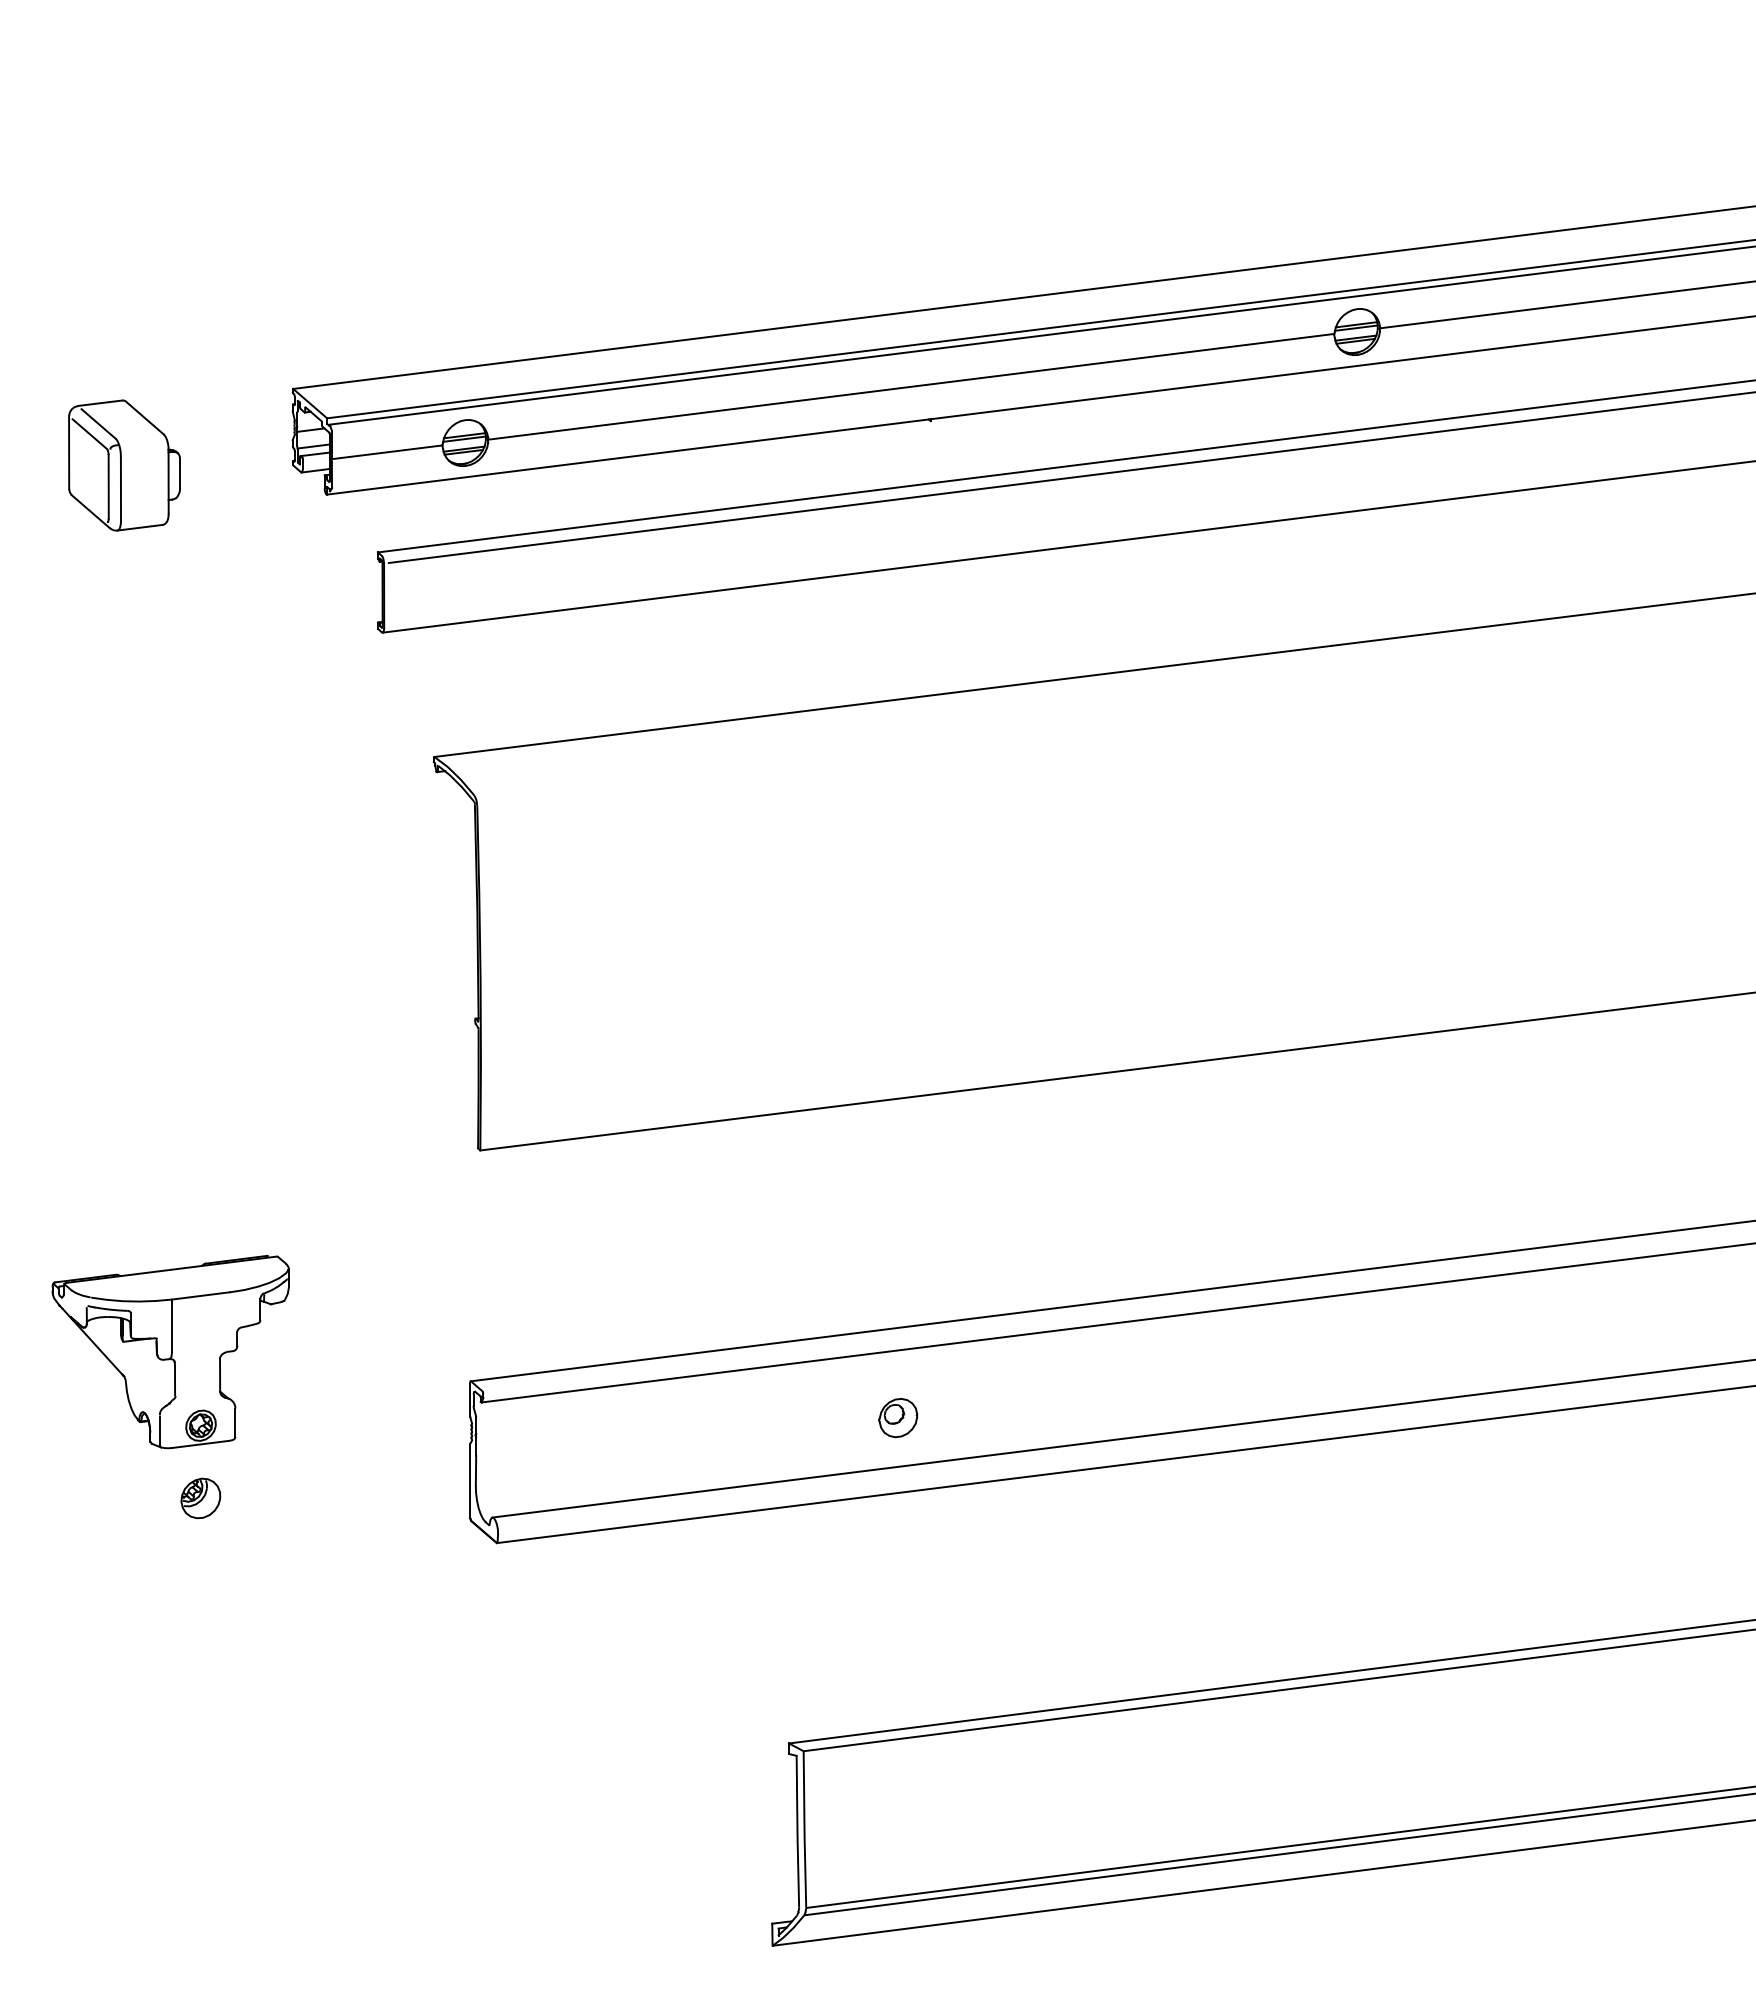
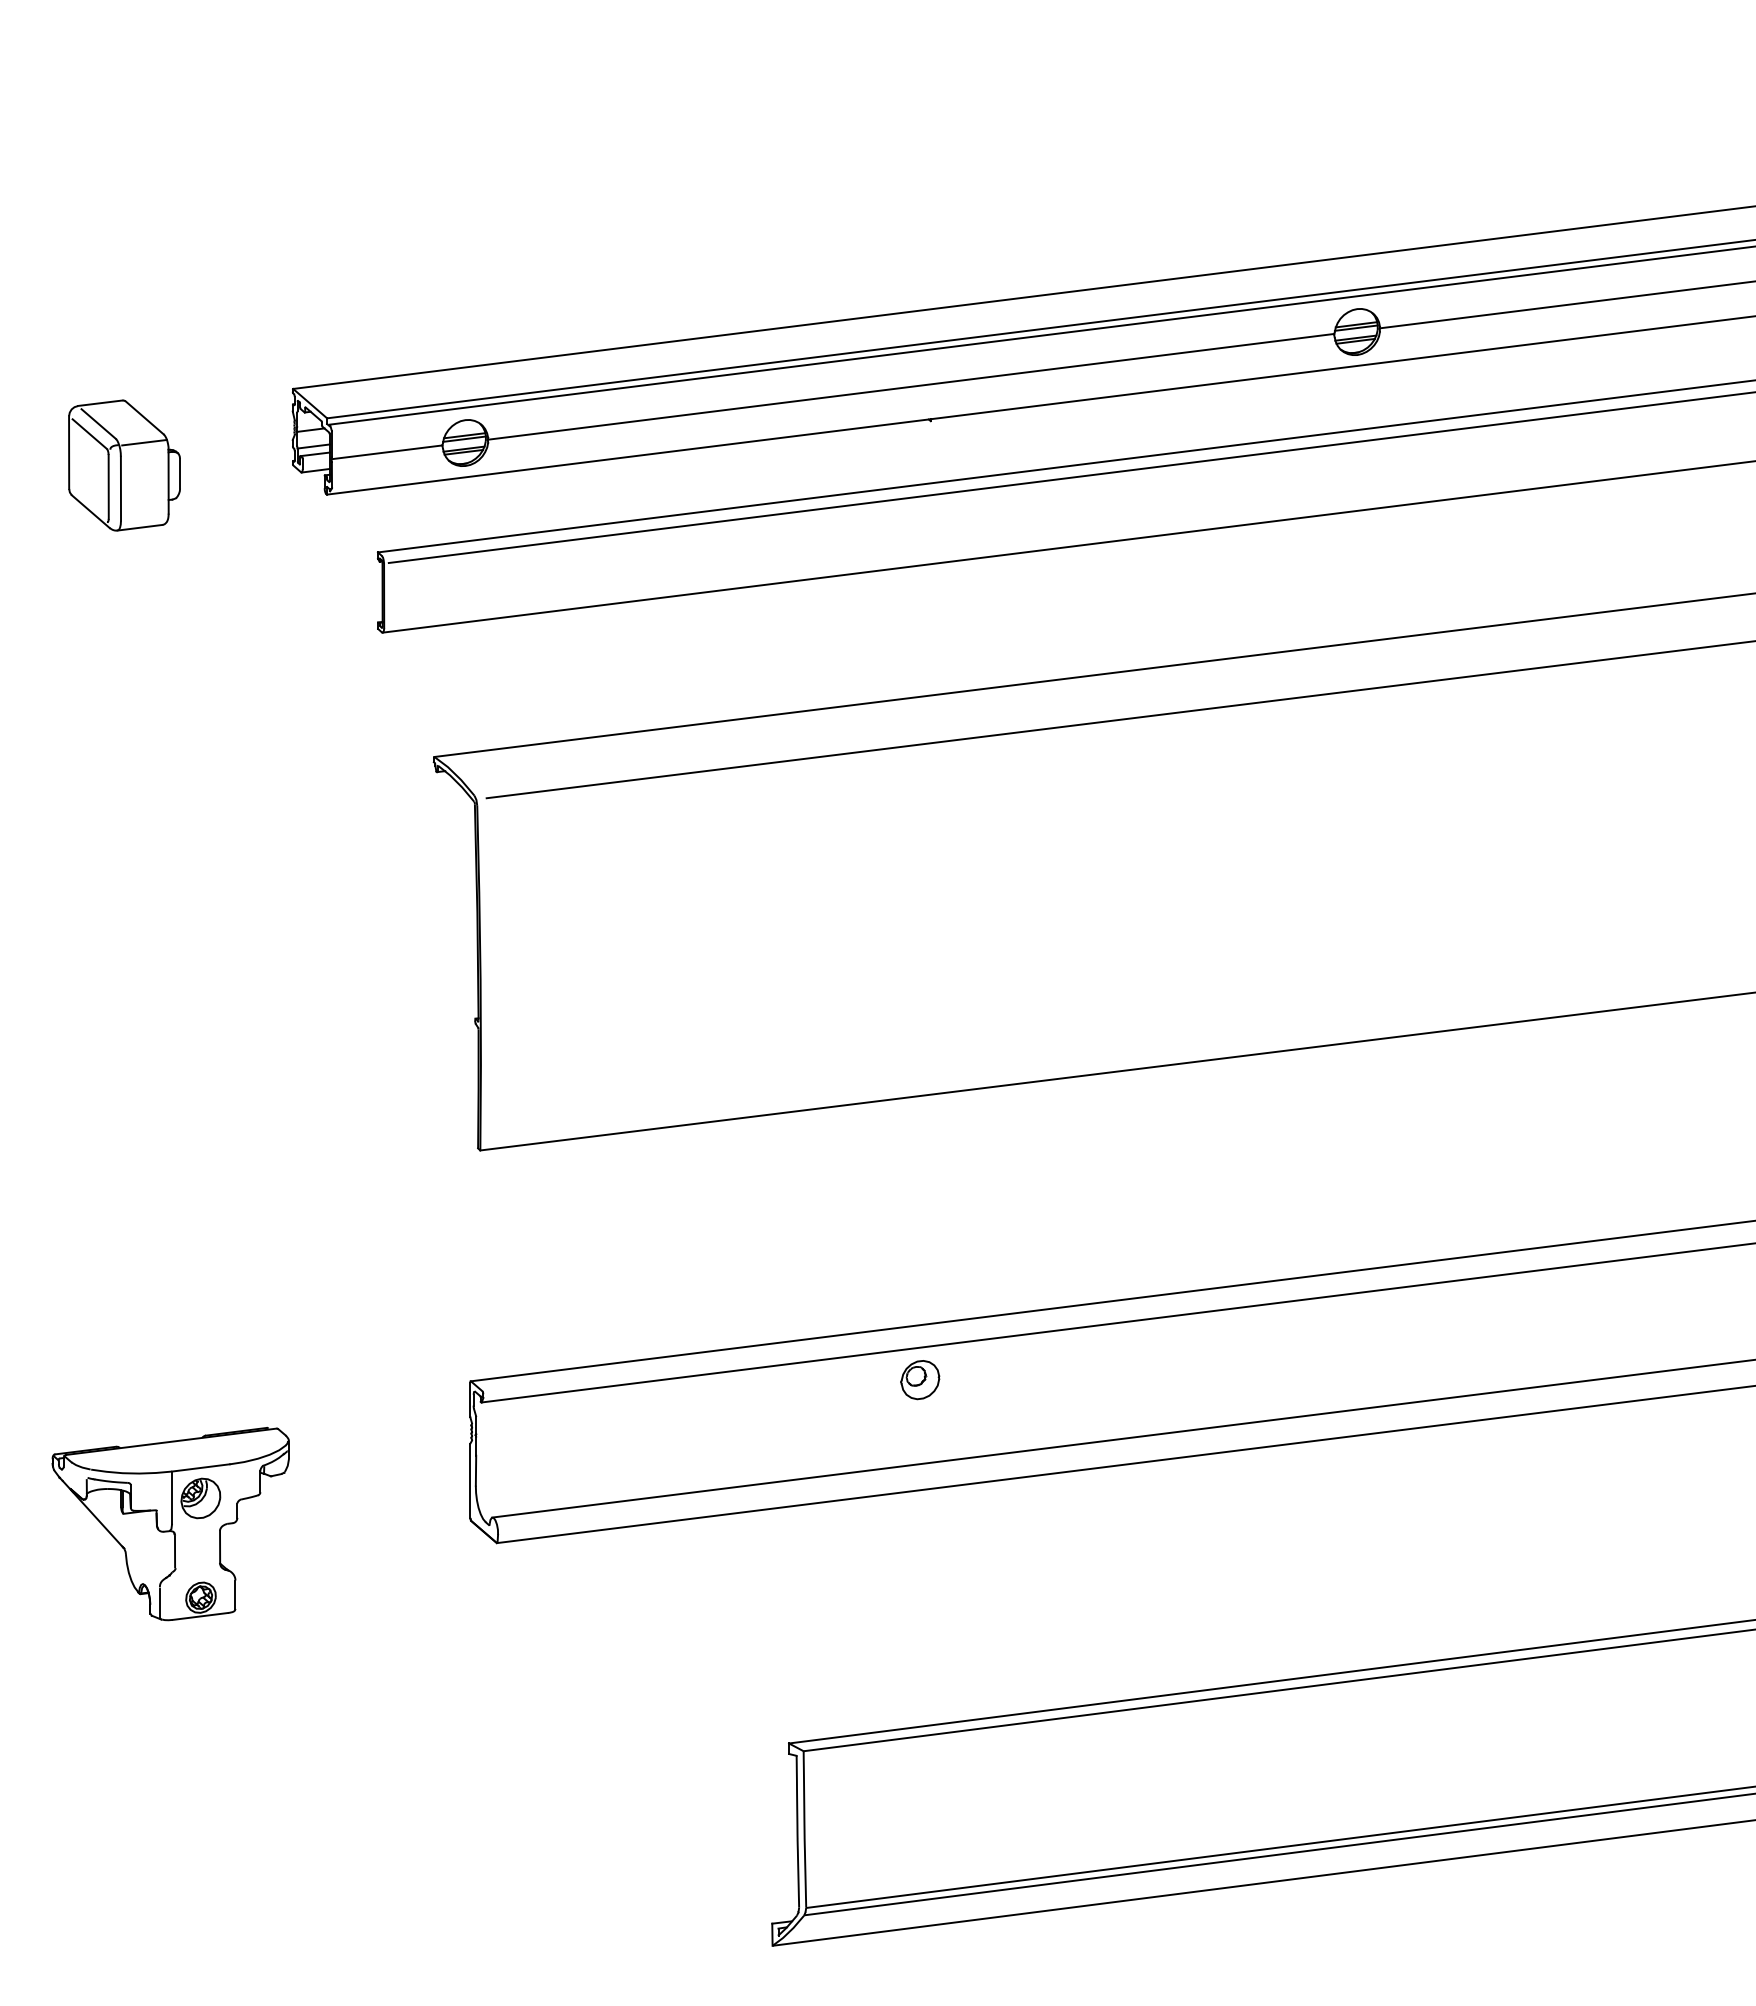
line at (144, 442): none -> present
line at (1119, 719): none -> present
part at (170, 1352) position: (170, 1352) -> (170, 1524)
part at (898, 1418) position: (898, 1418) -> (920, 1380)
